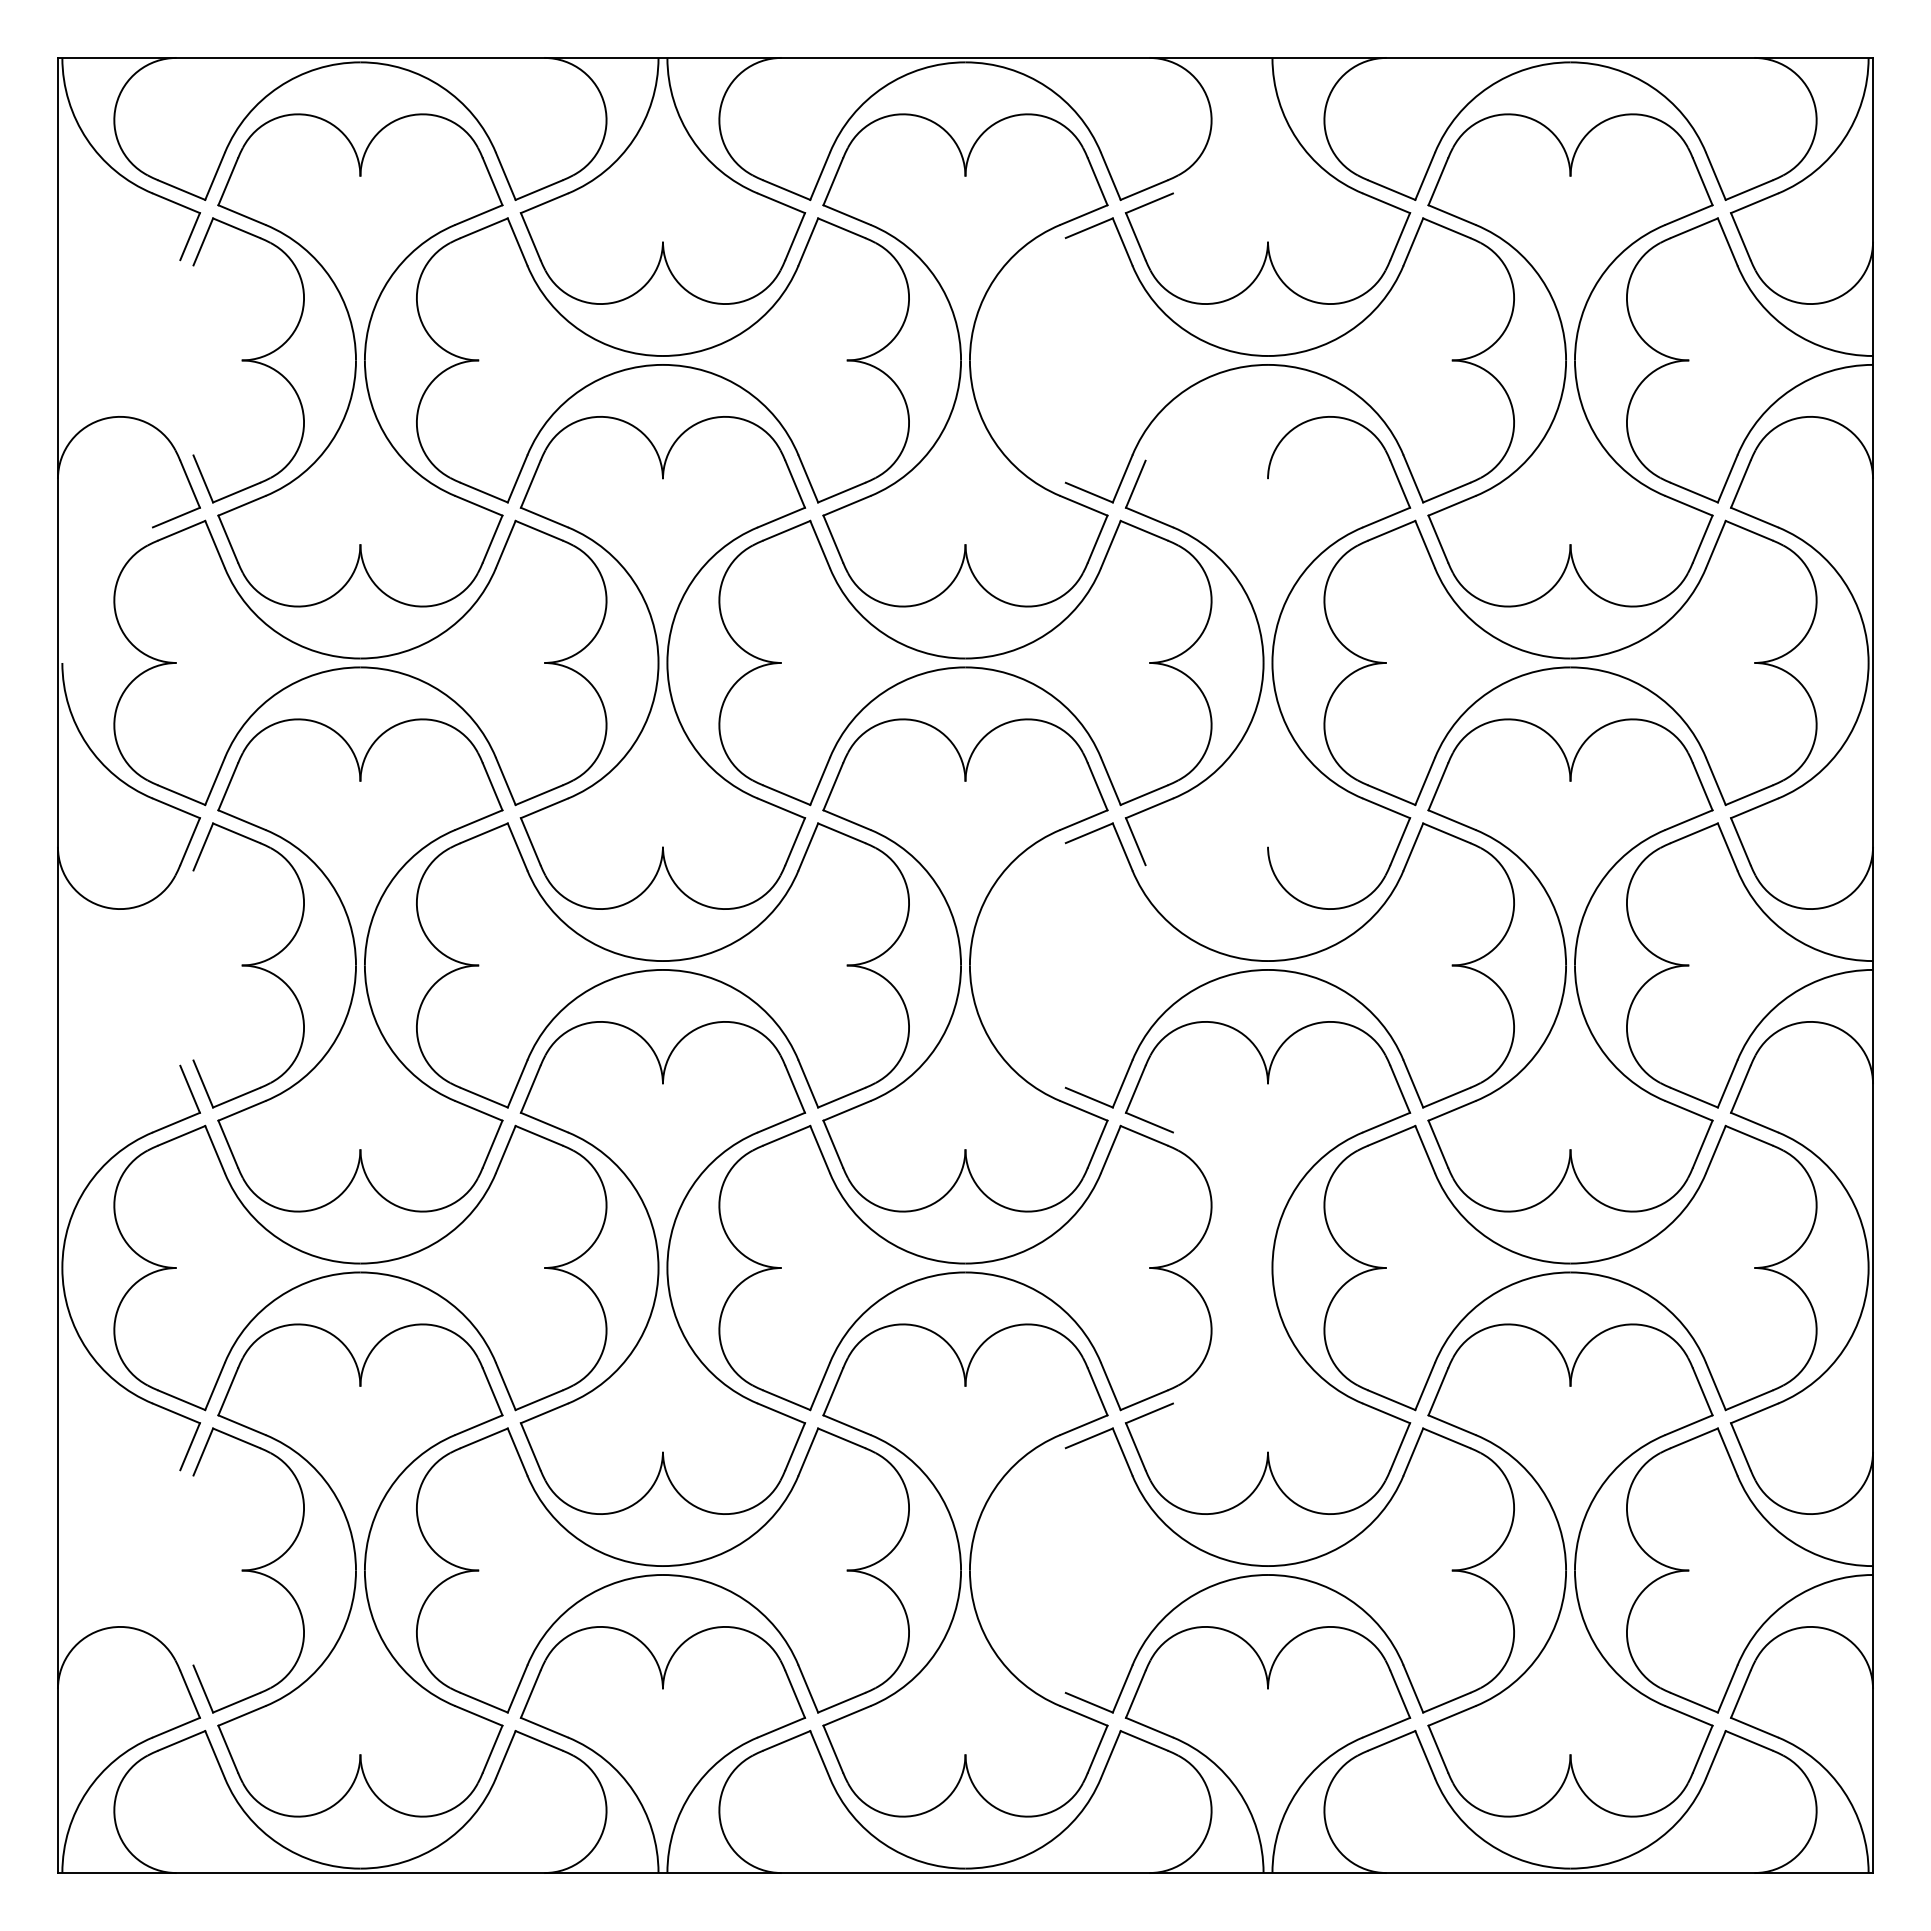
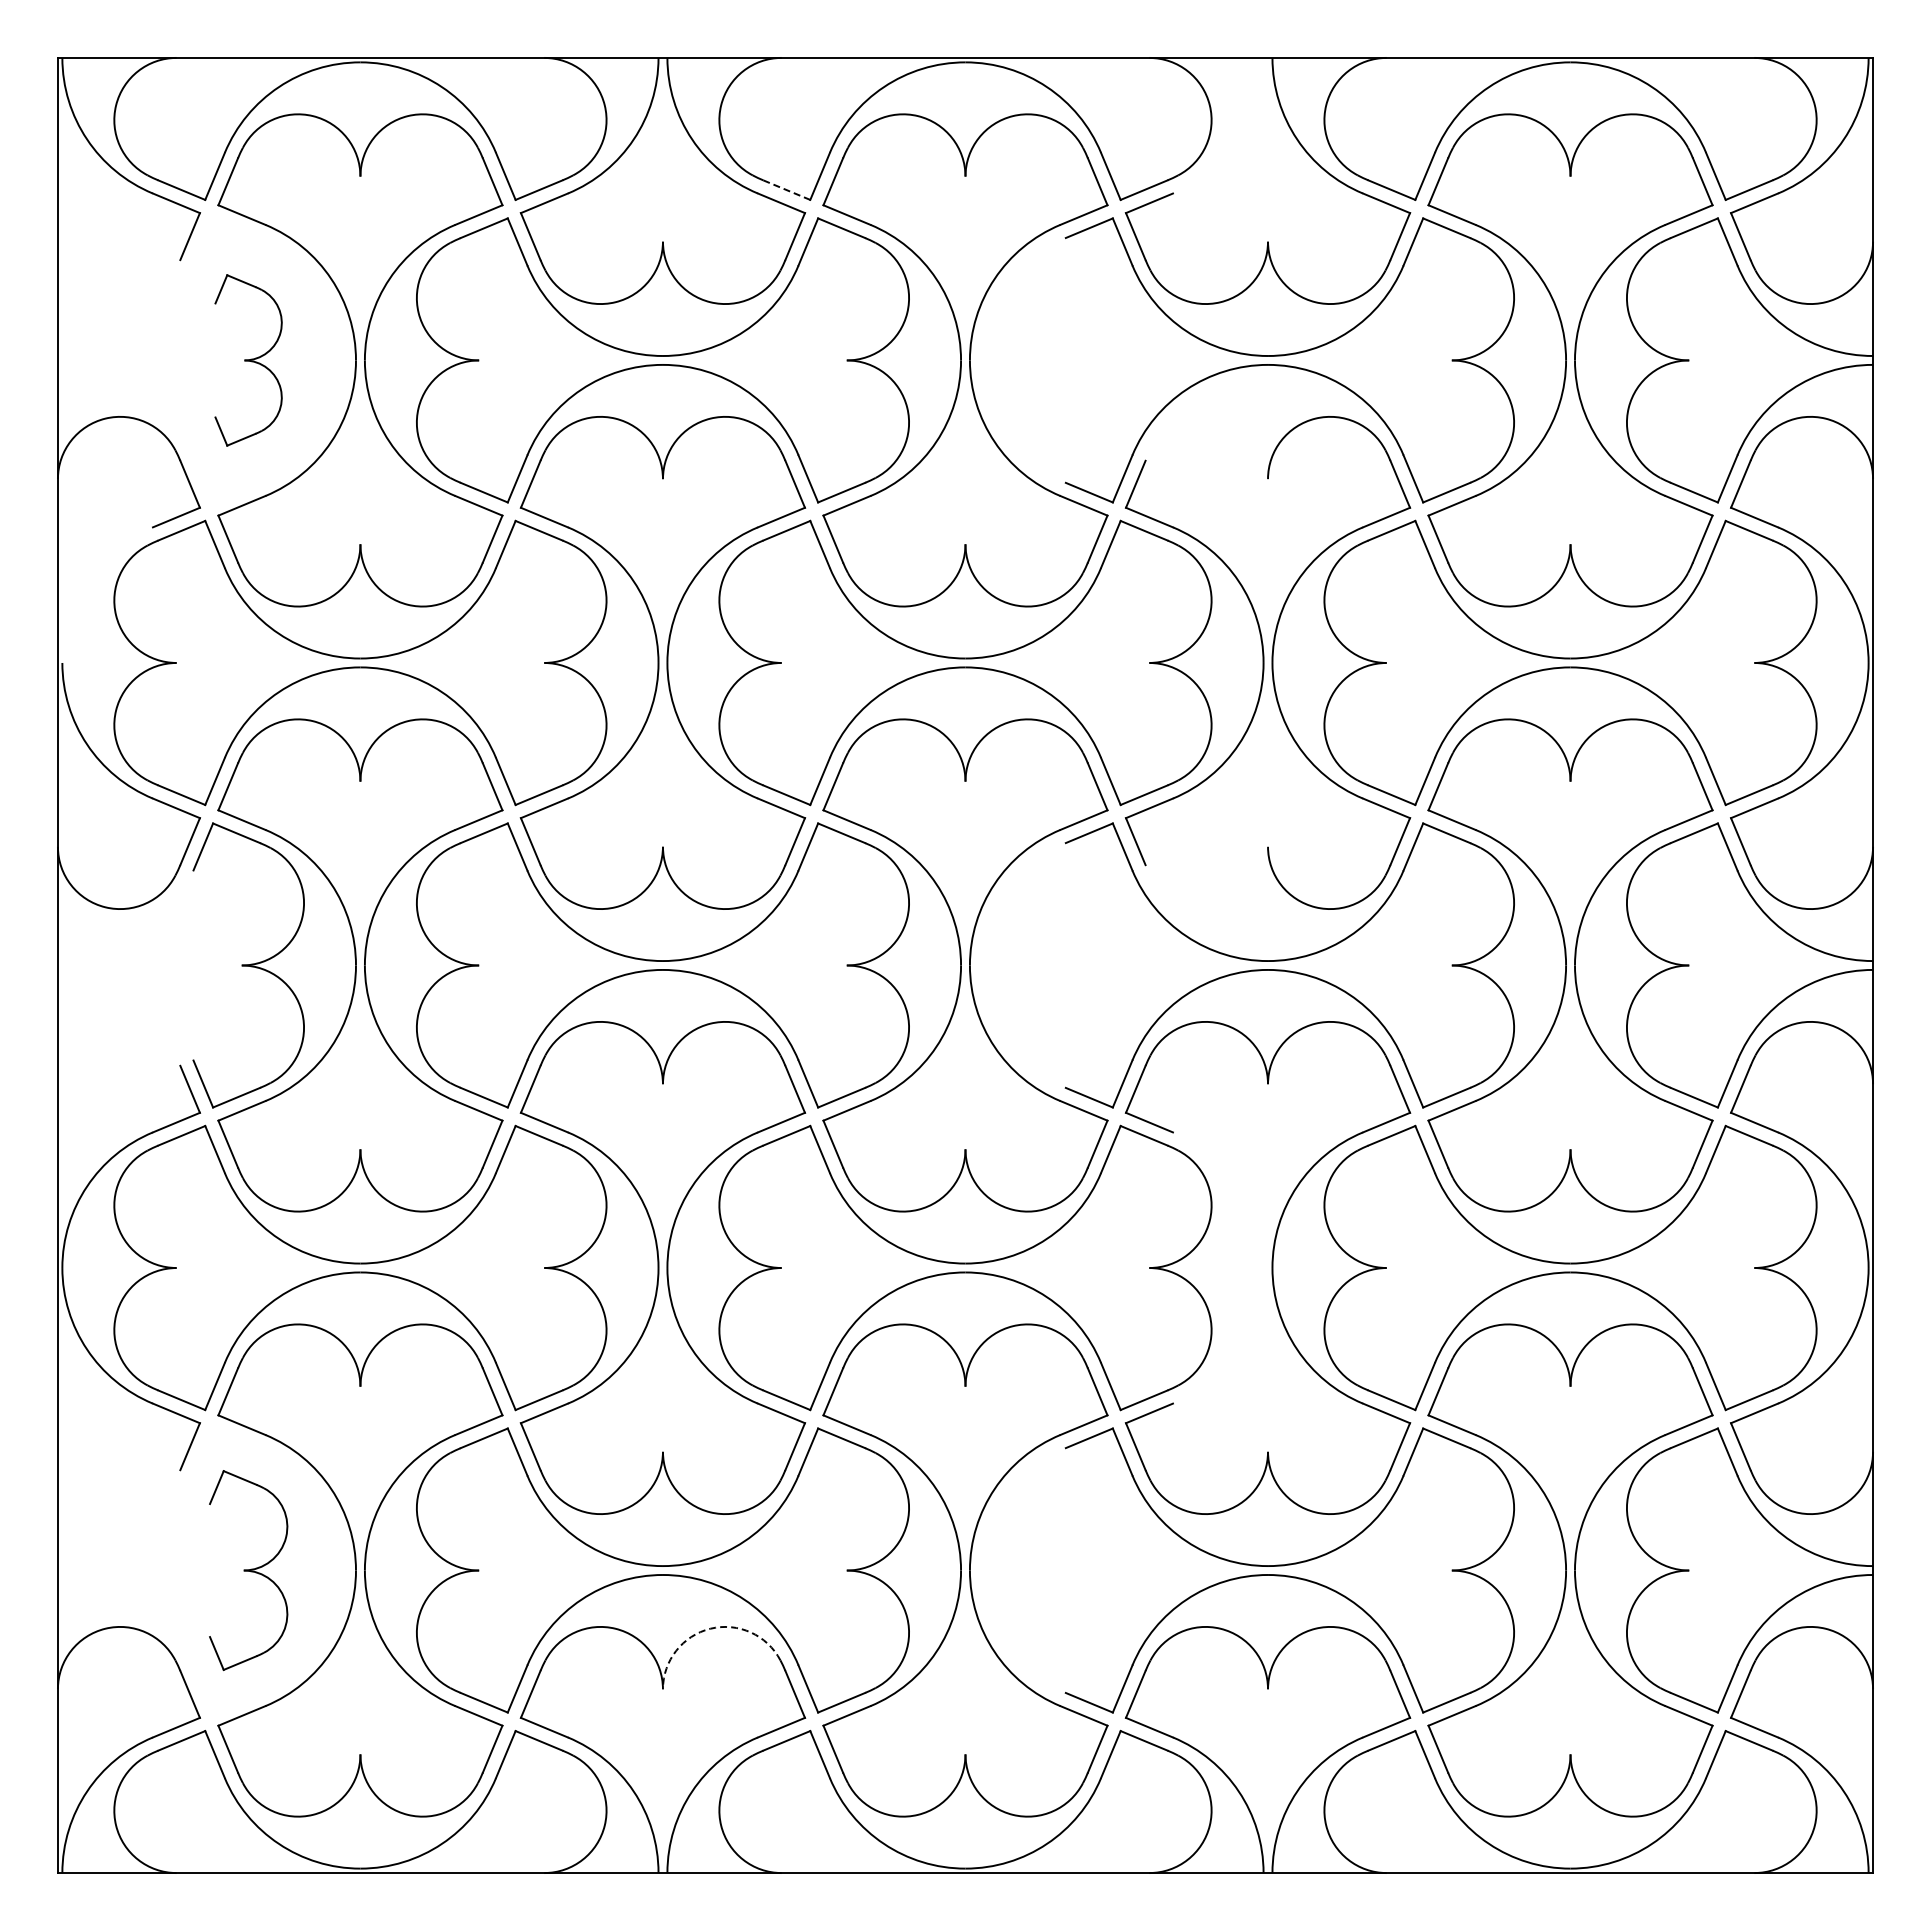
line at (787, 190): solid -> dashed
part at (248, 360) size: 113x287 px -> 69x173 px
part at (248, 1570) size: 113x287 px -> 80x201 px
arc at (710, 1628): solid -> dashed
